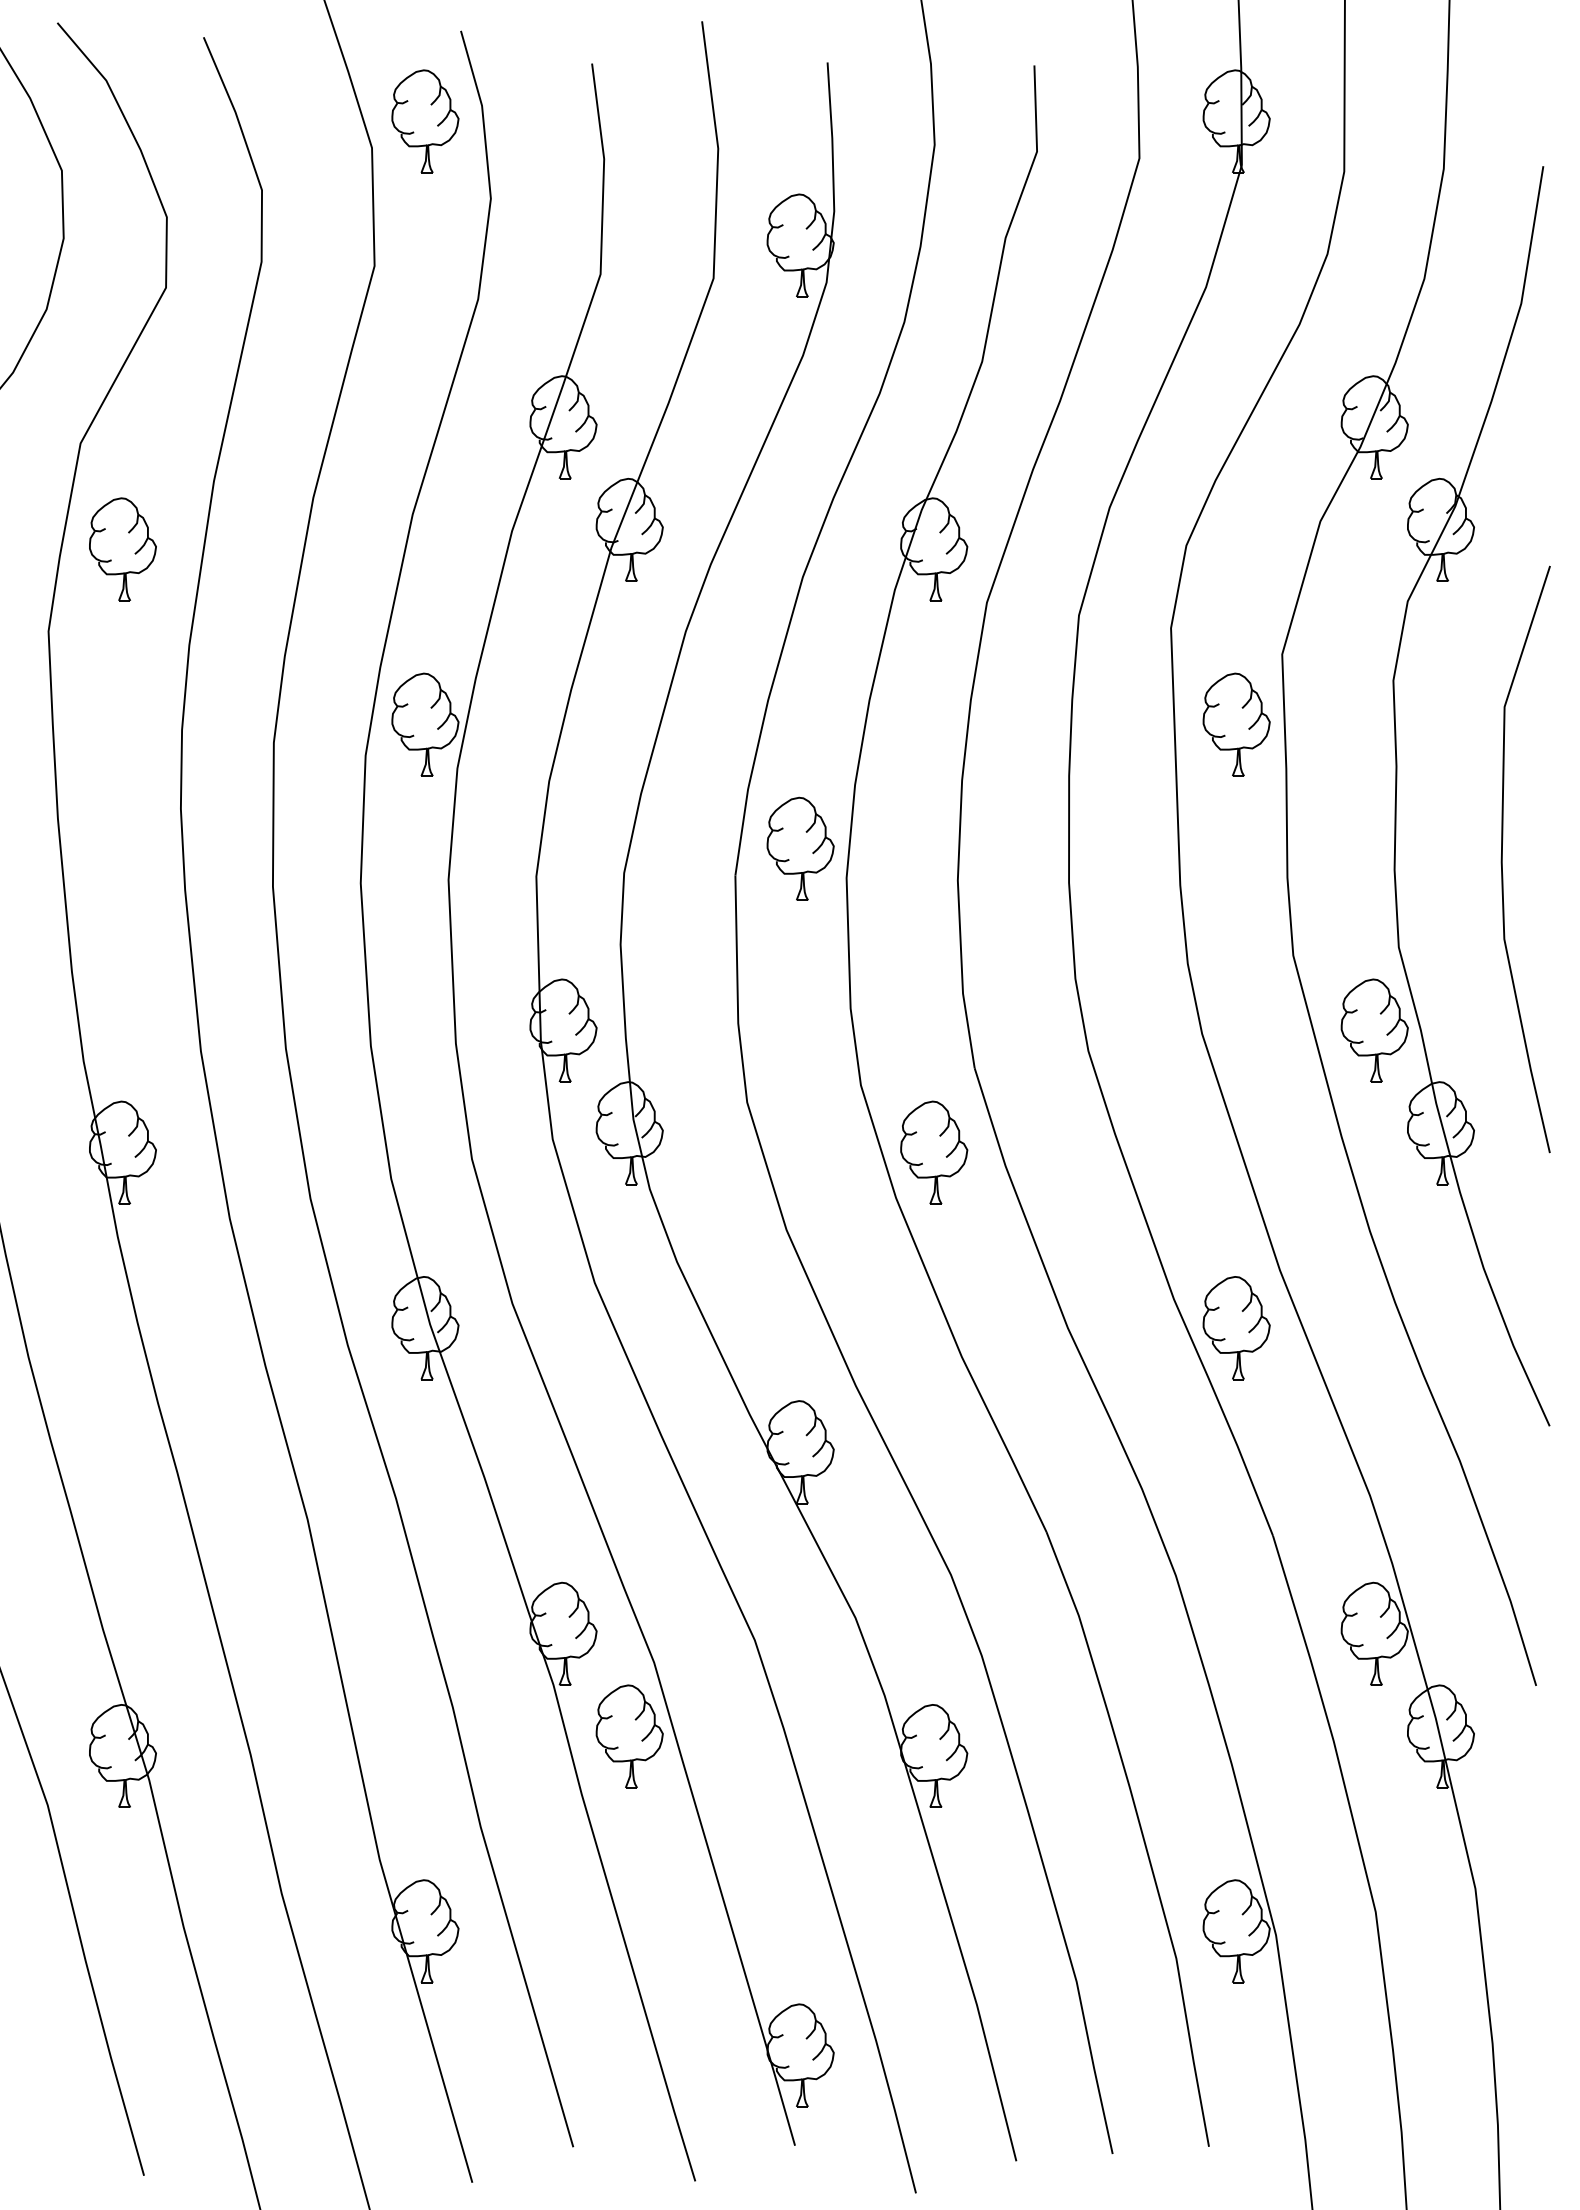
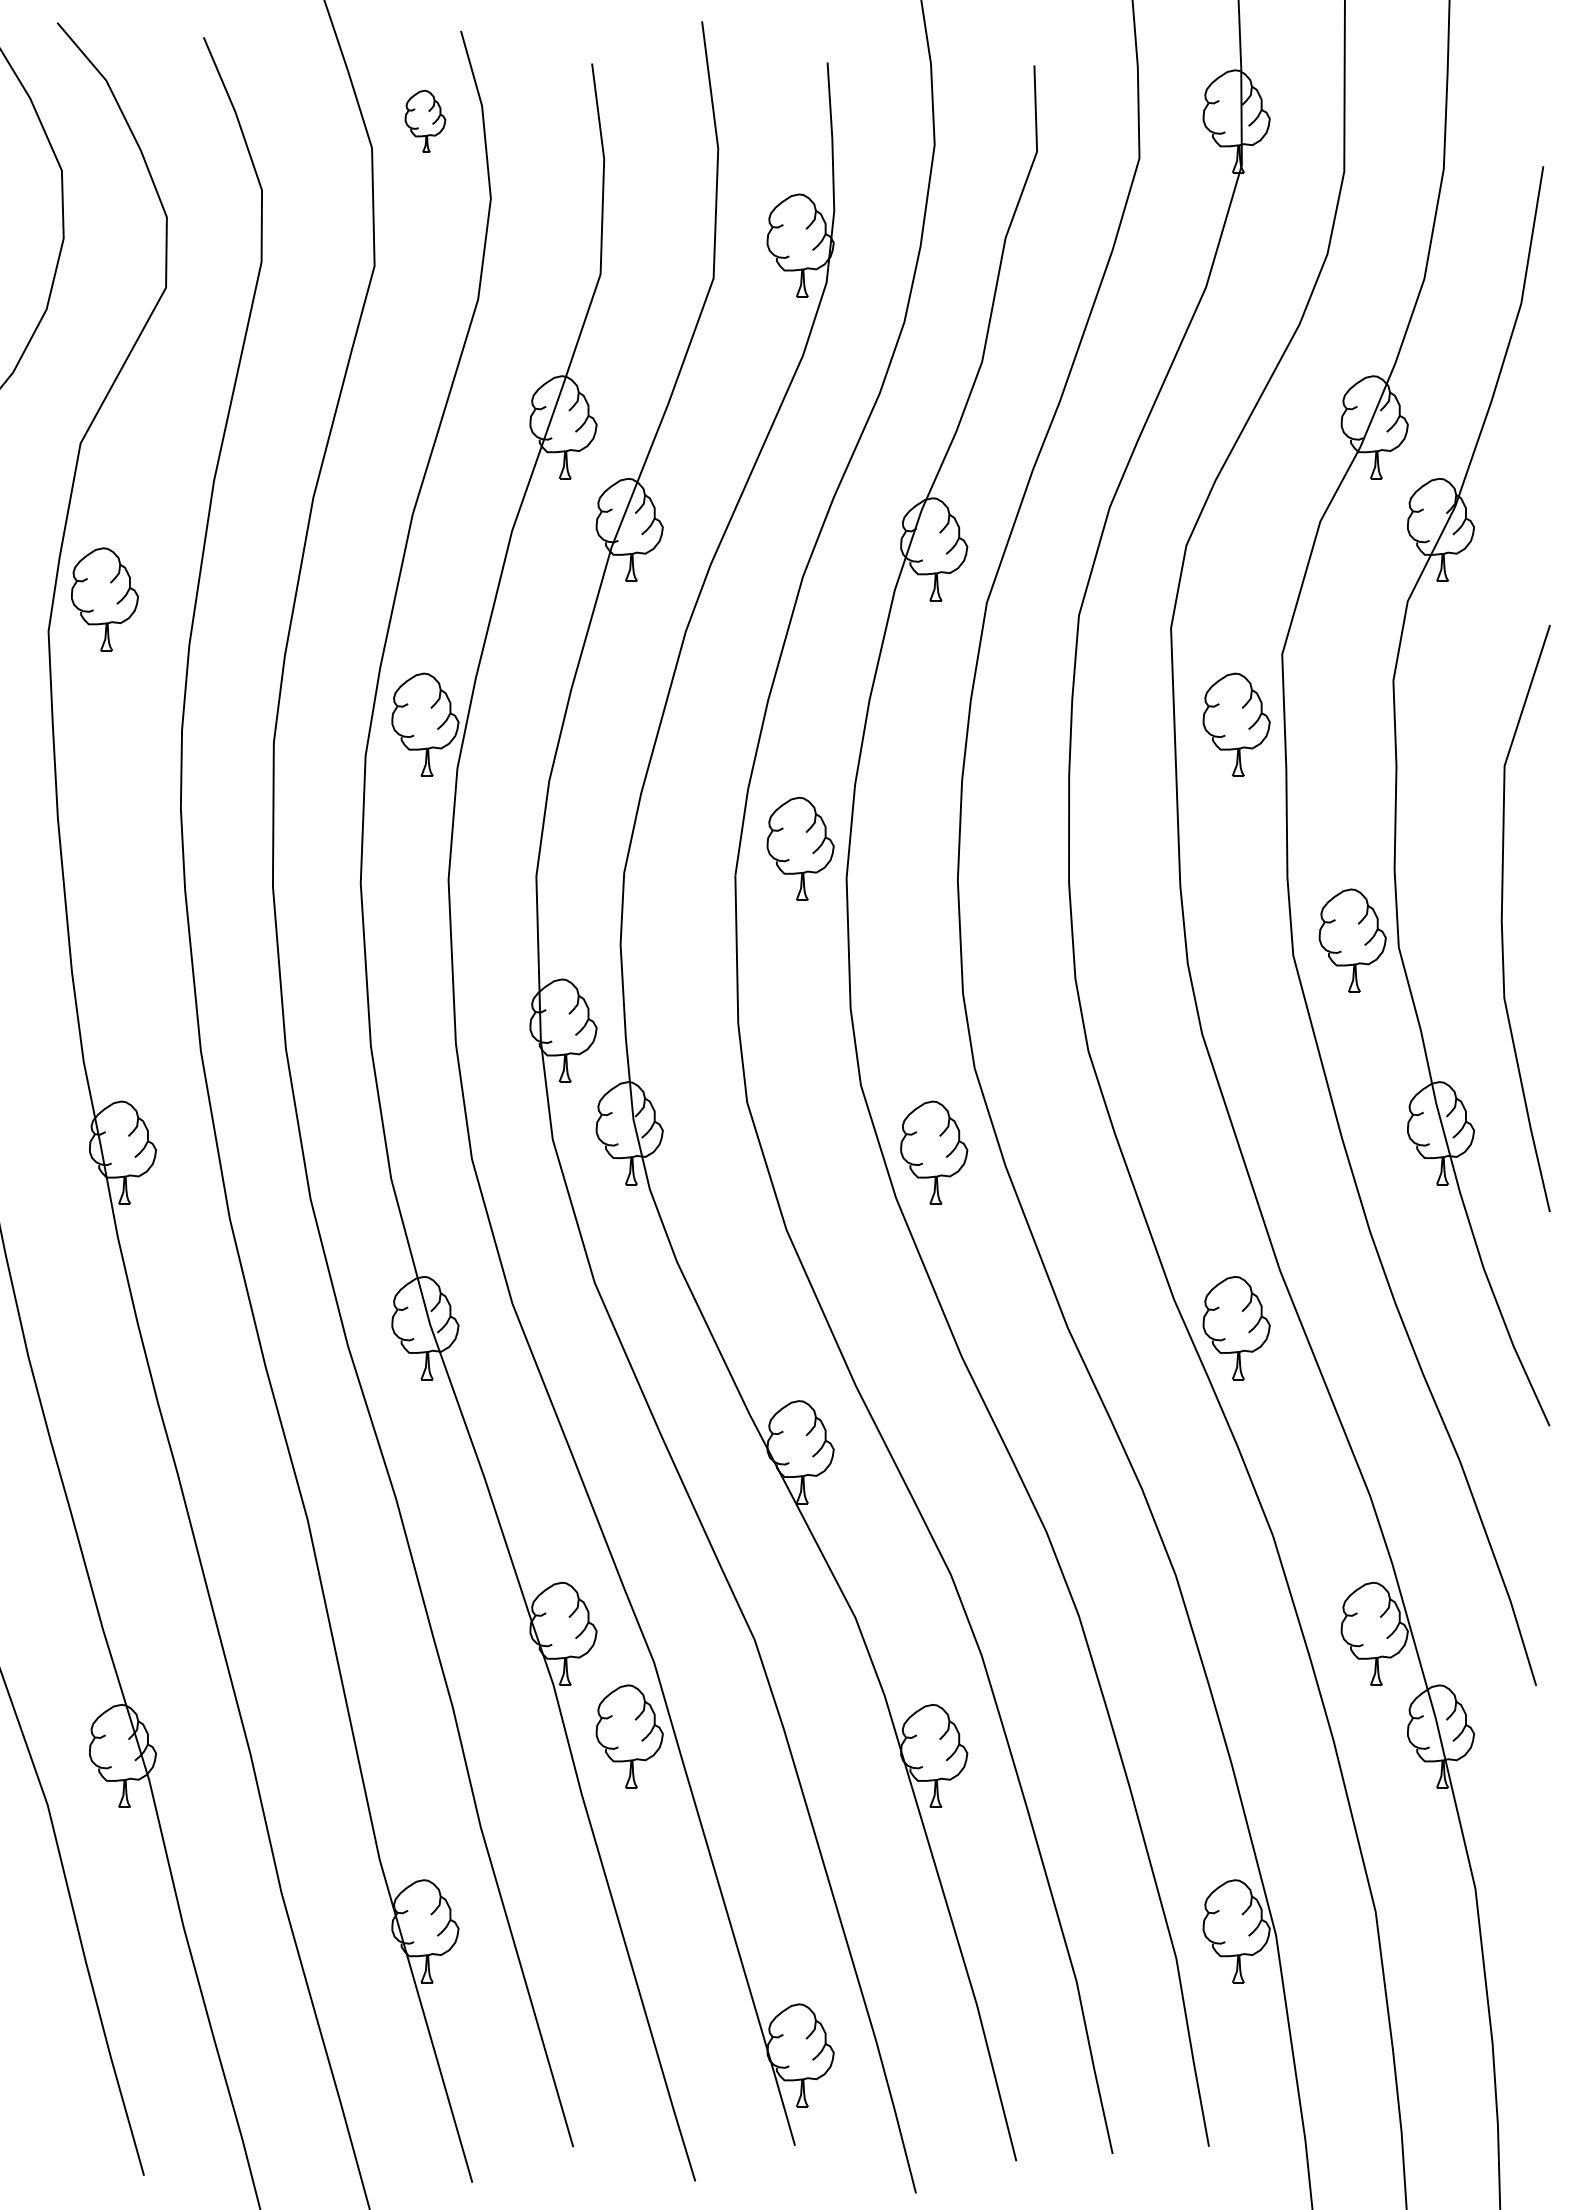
part at (425, 121) size: 69x105 px -> 43x64 px
part at (122, 549) position: (122, 549) -> (104, 599)
curve at (1502, 859) position: (1502, 859) -> (1502, 918)
part at (1374, 1030) position: (1374, 1030) -> (1352, 940)
